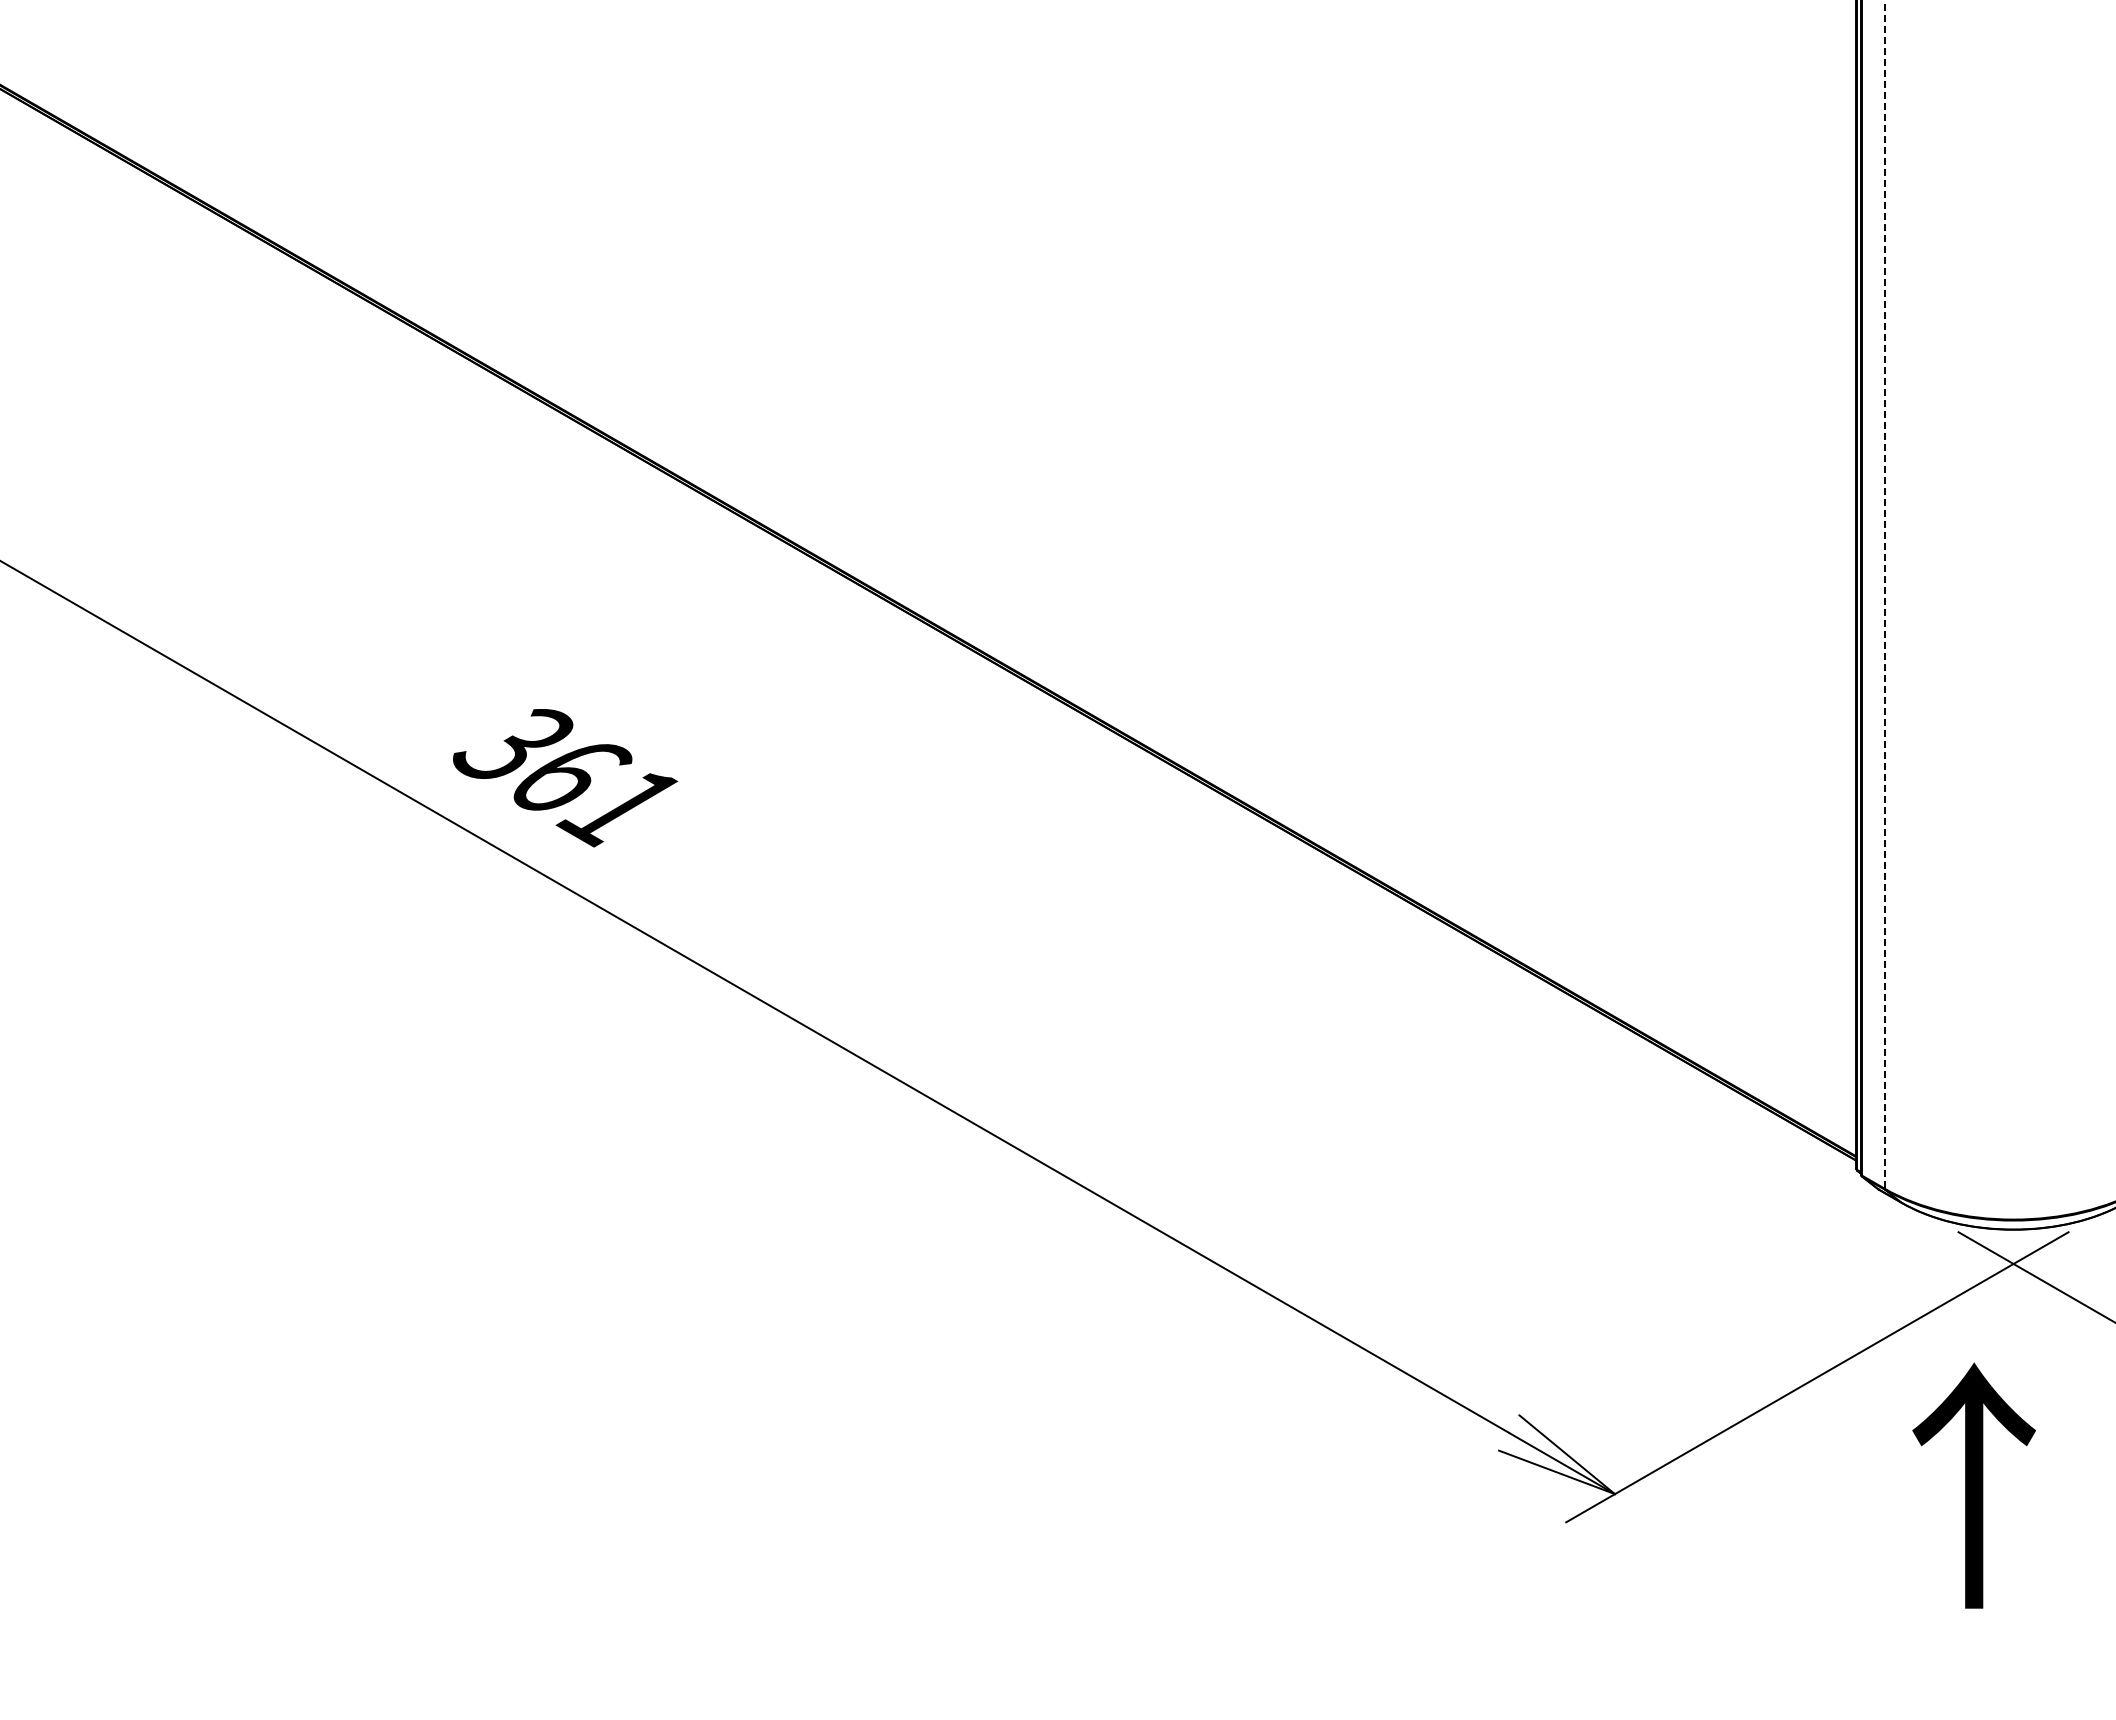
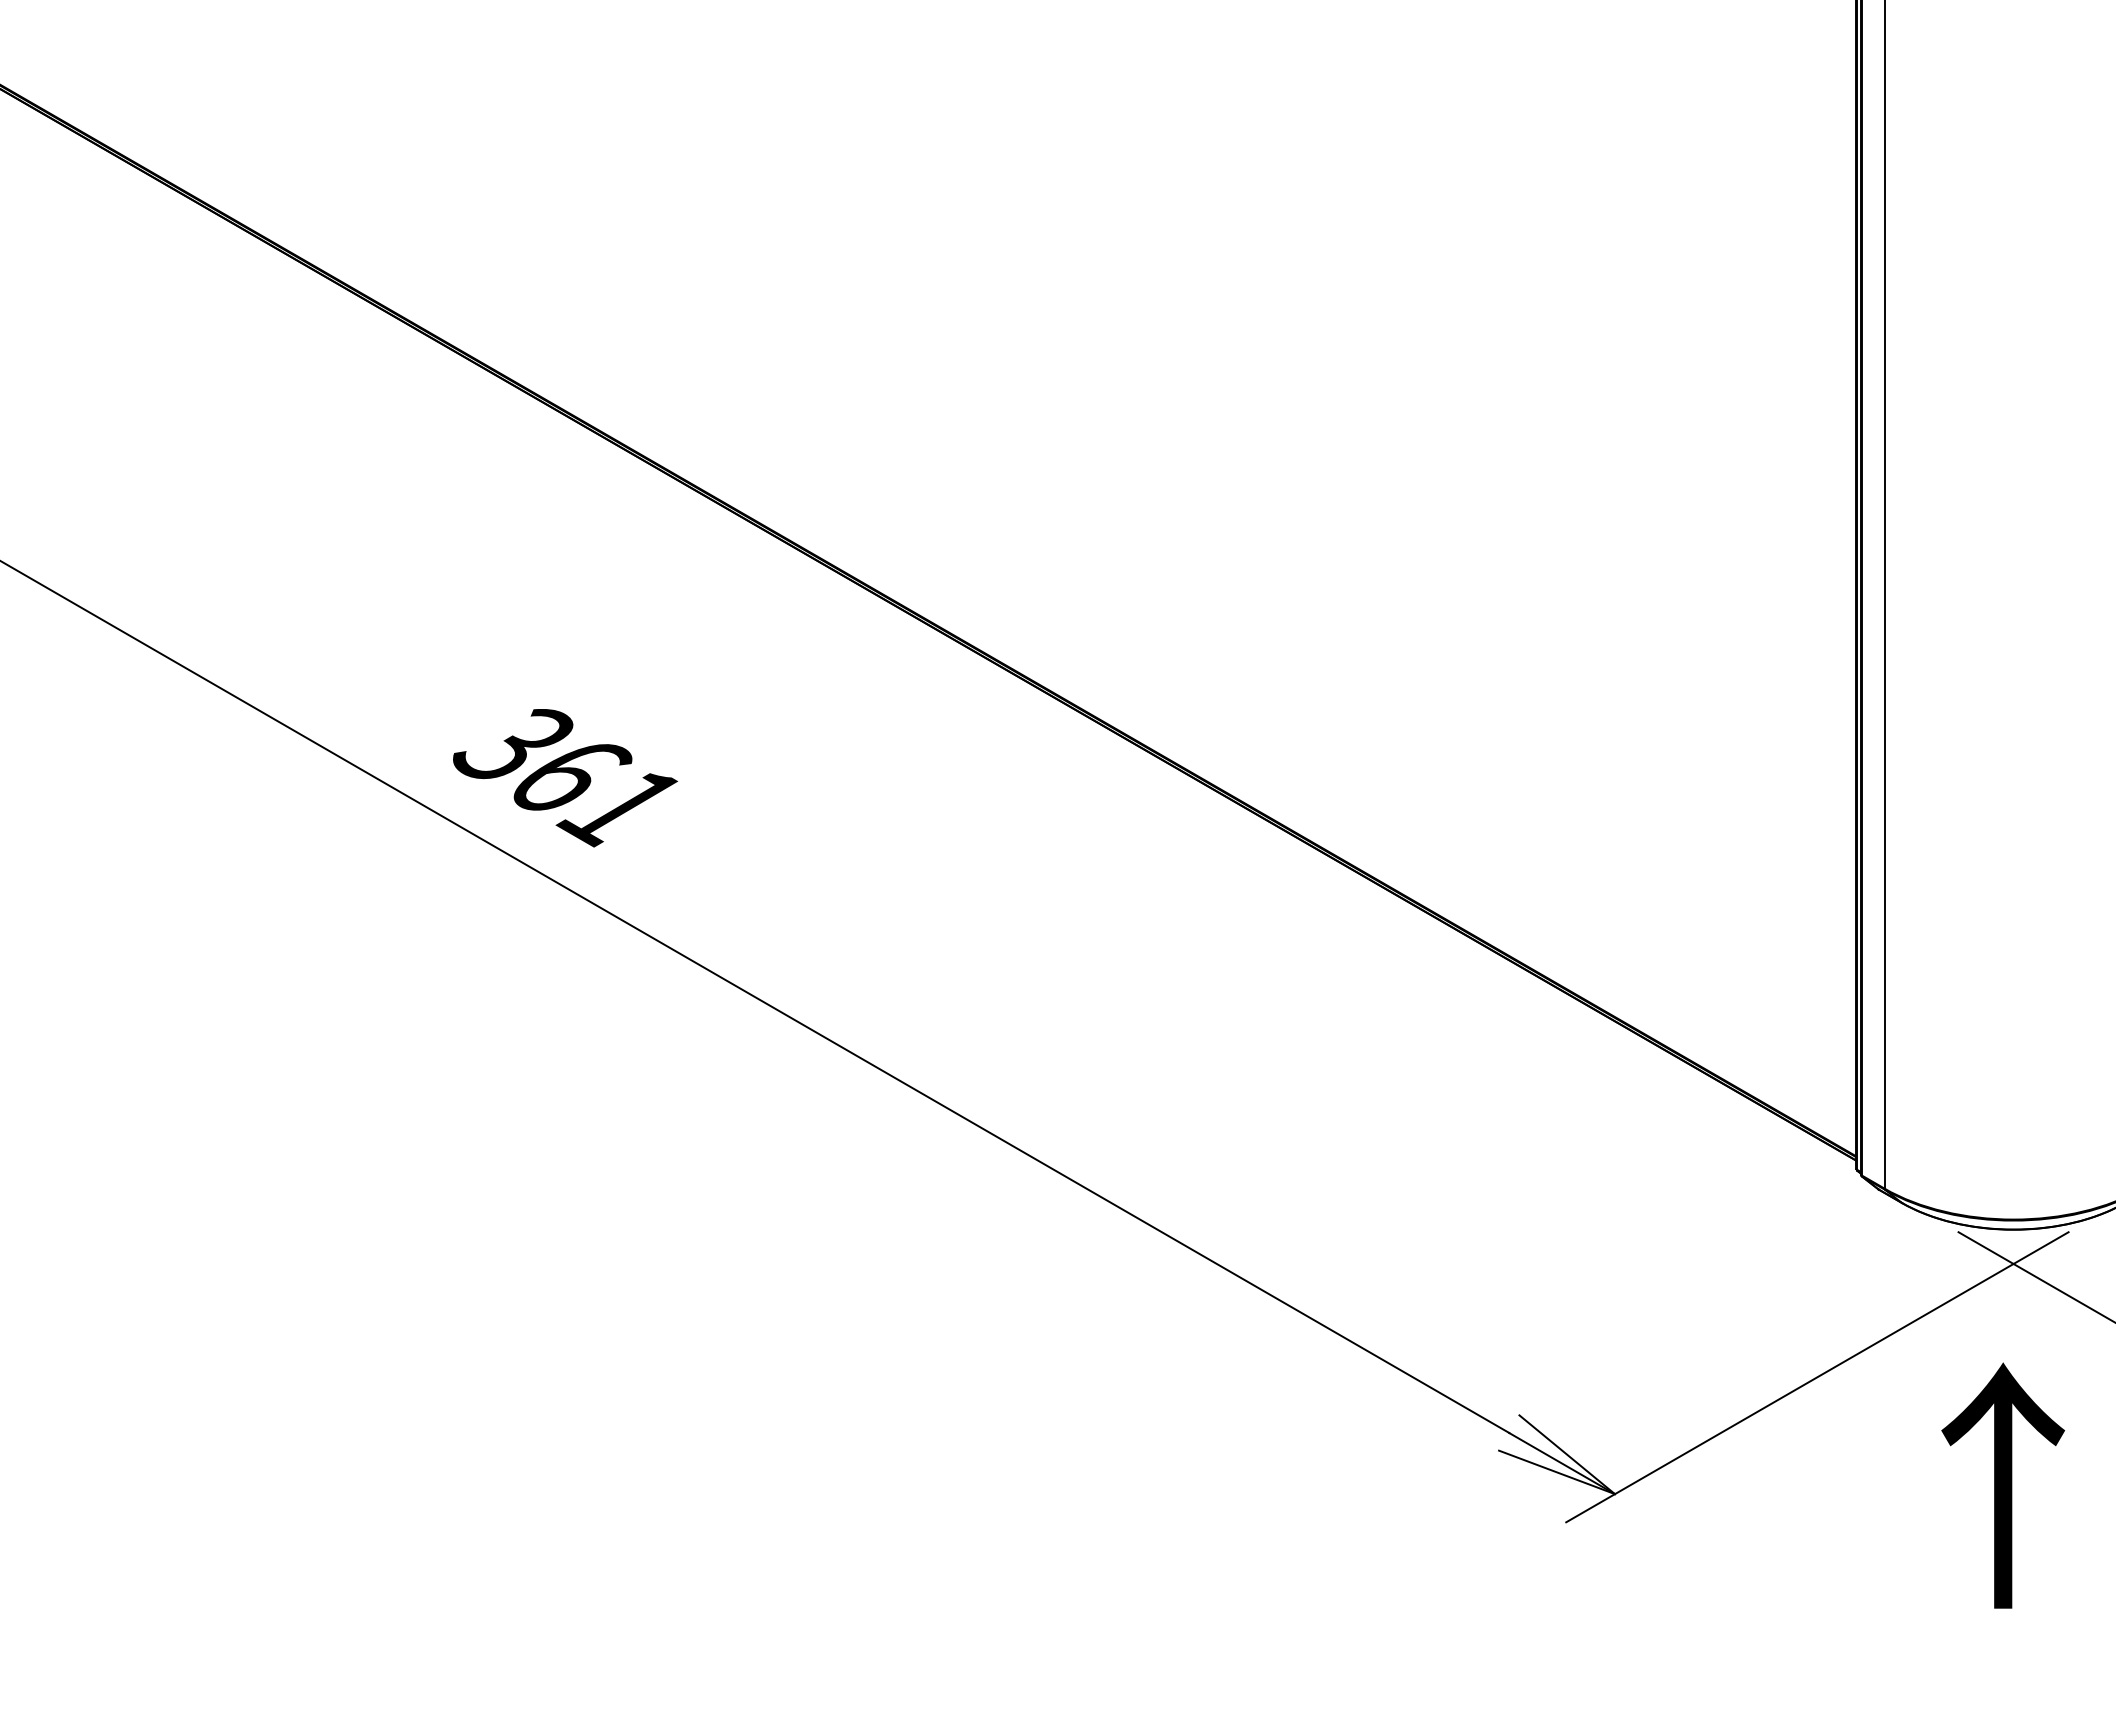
line at (1884, 594): dashed -> solid
text at (1973, 1485) position: (1973, 1485) -> (2002, 1485)
